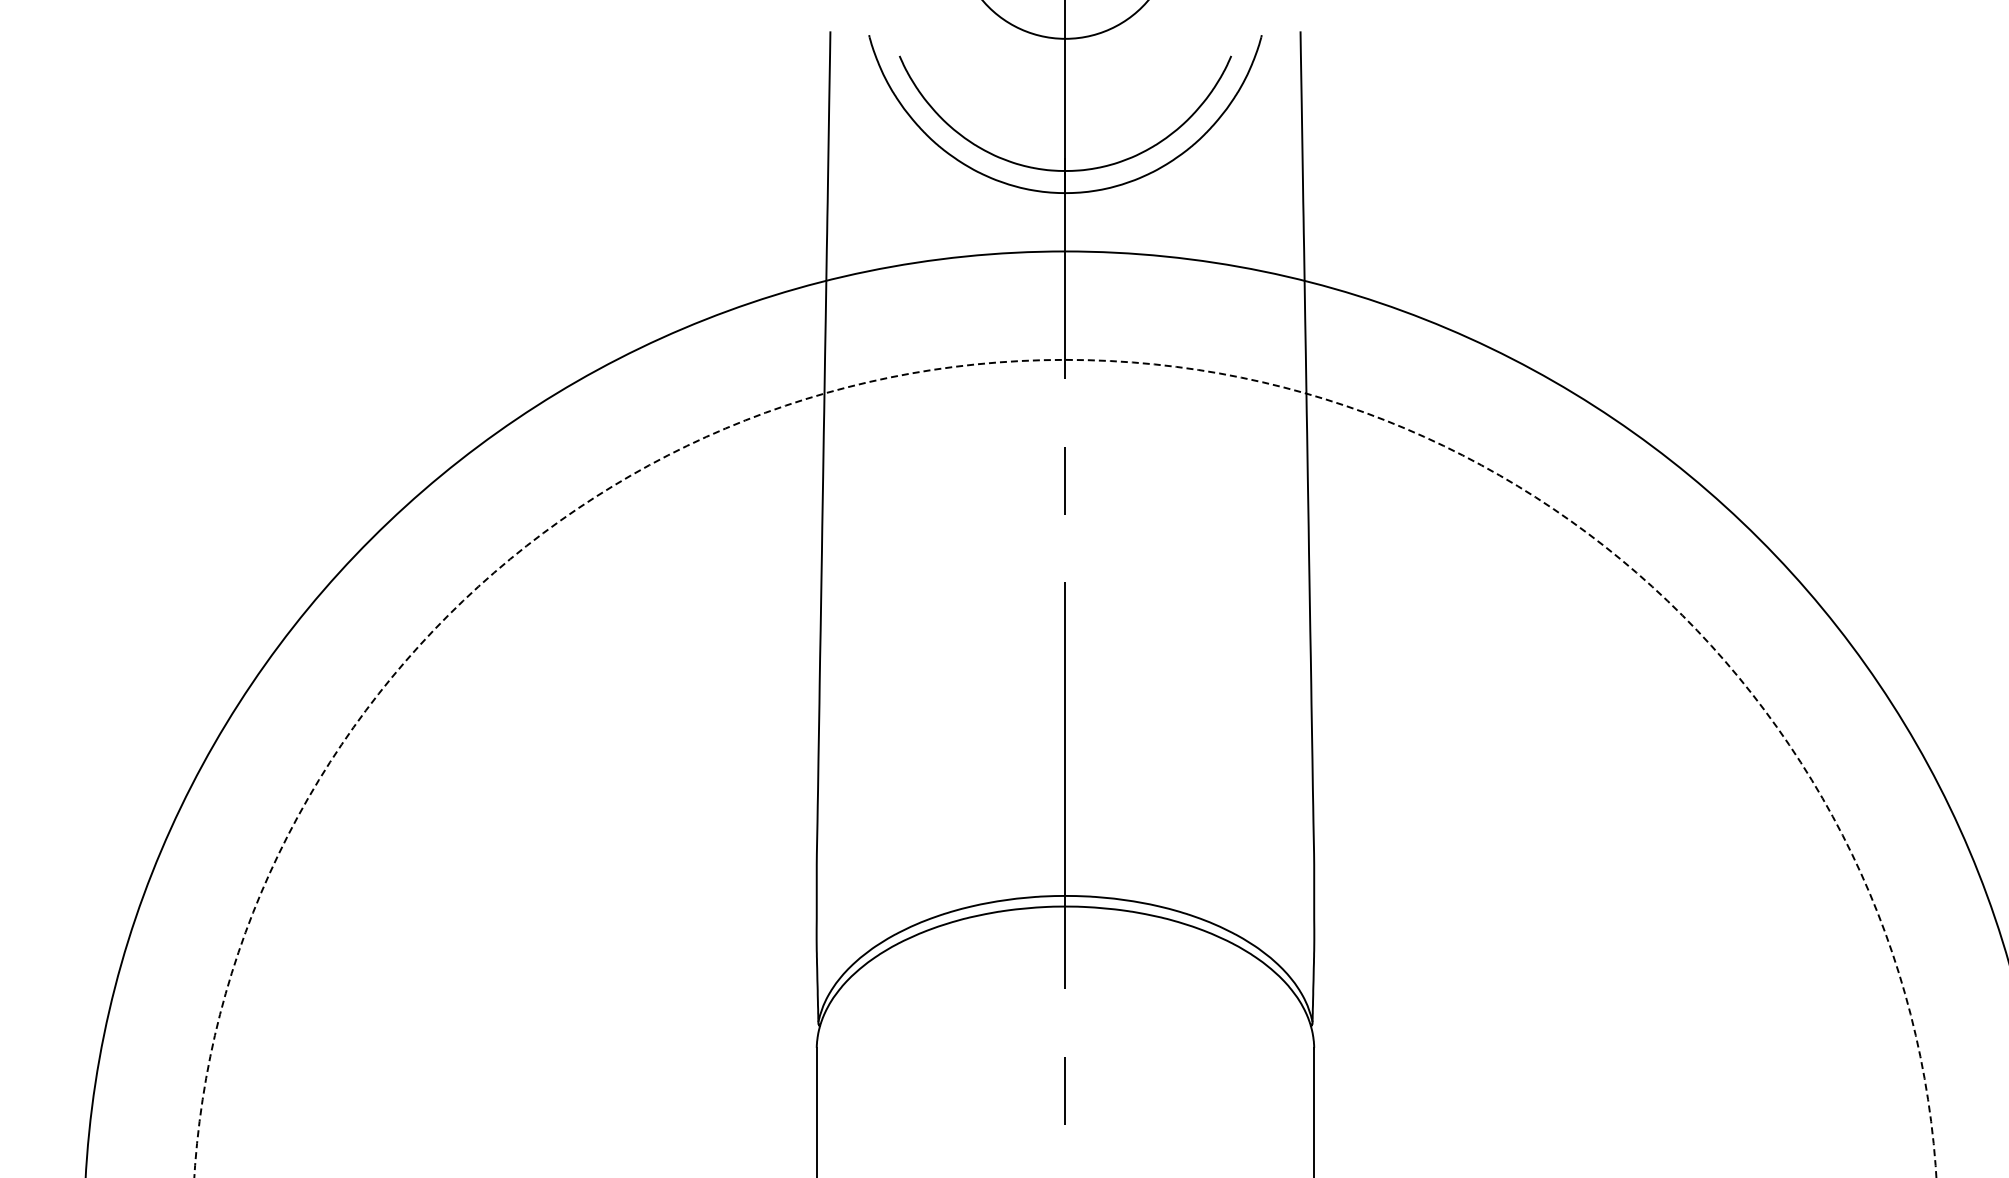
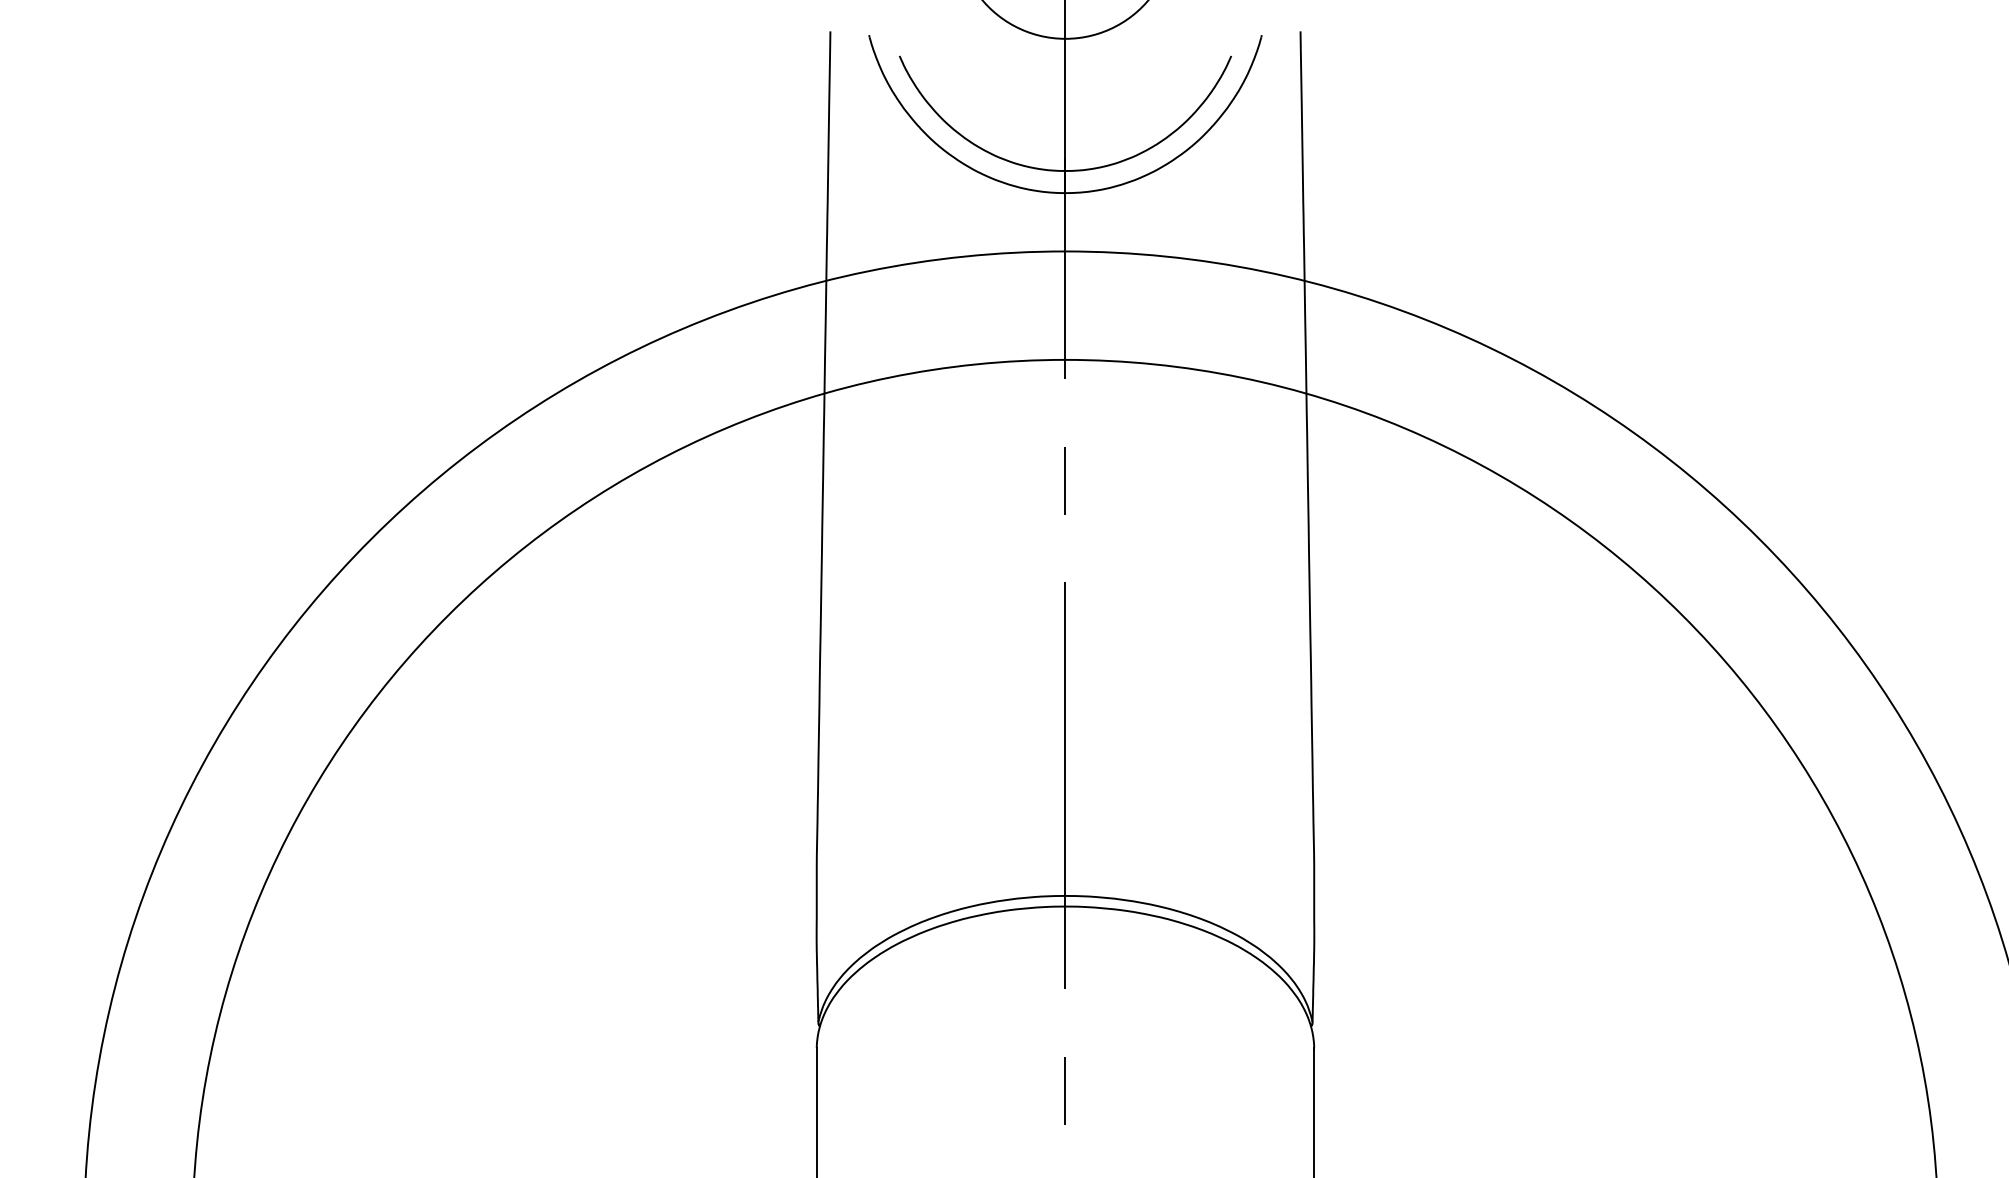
circle at (1065, 768): dashed -> solid
